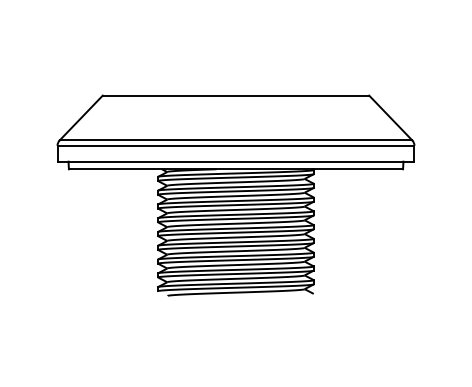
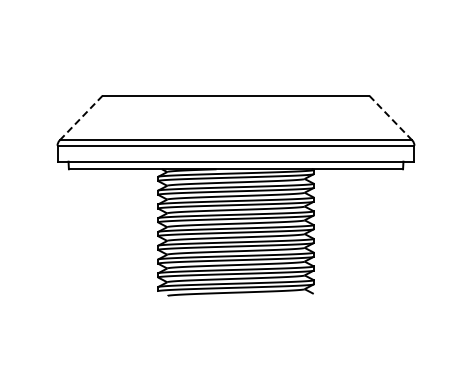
line at (390, 117): solid -> dashed
line at (80, 118): solid -> dashed
